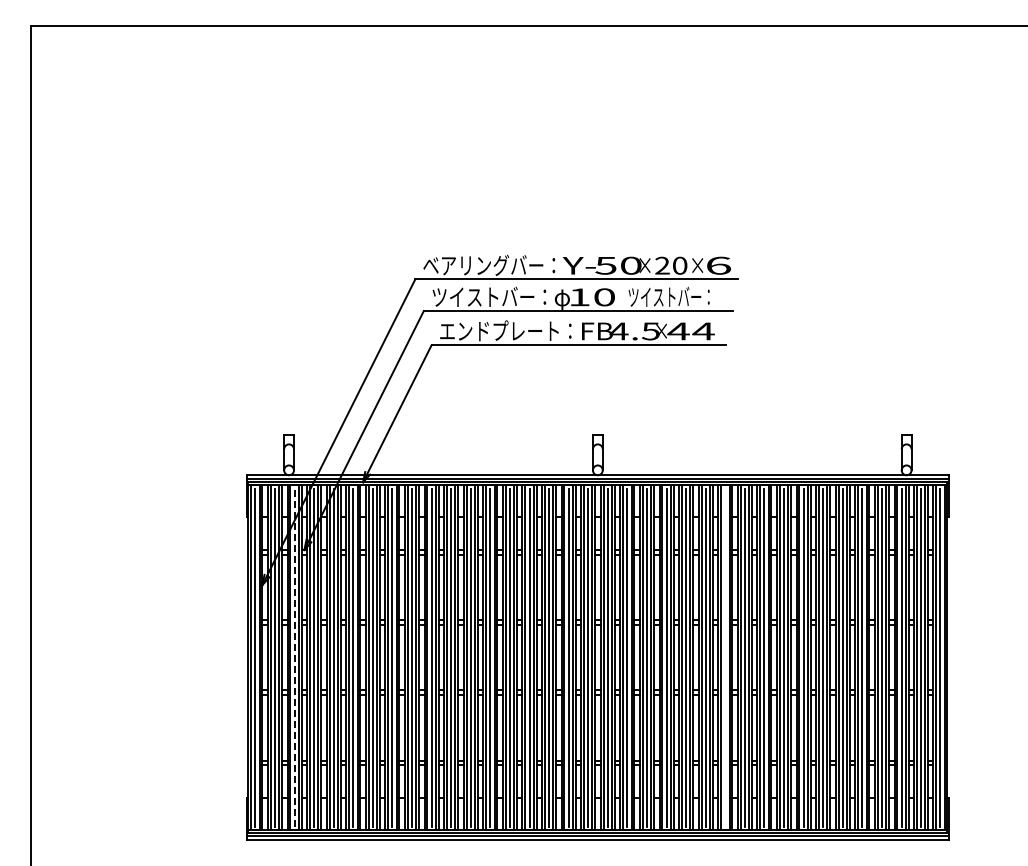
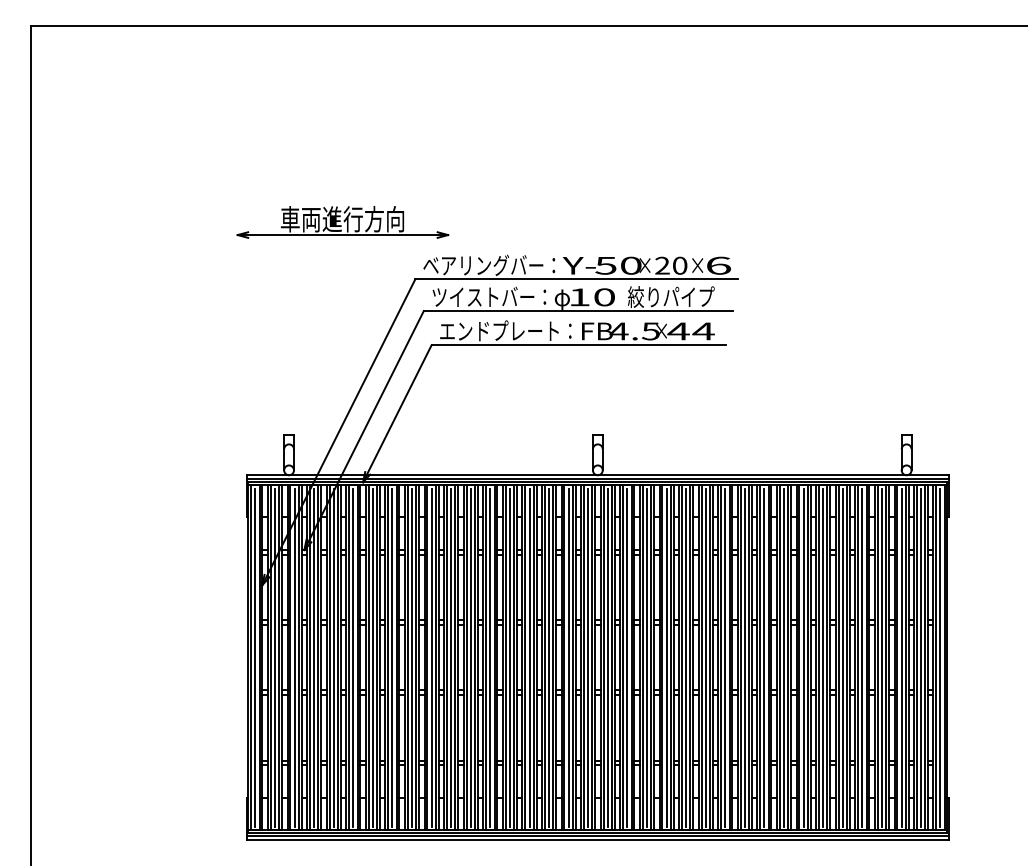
part at (342, 222): none -> present
text at (671, 297): ツイストバー： -> 絞りパイプ
line at (294, 657): dashed -> solid
line at (725, 657): none -> present
